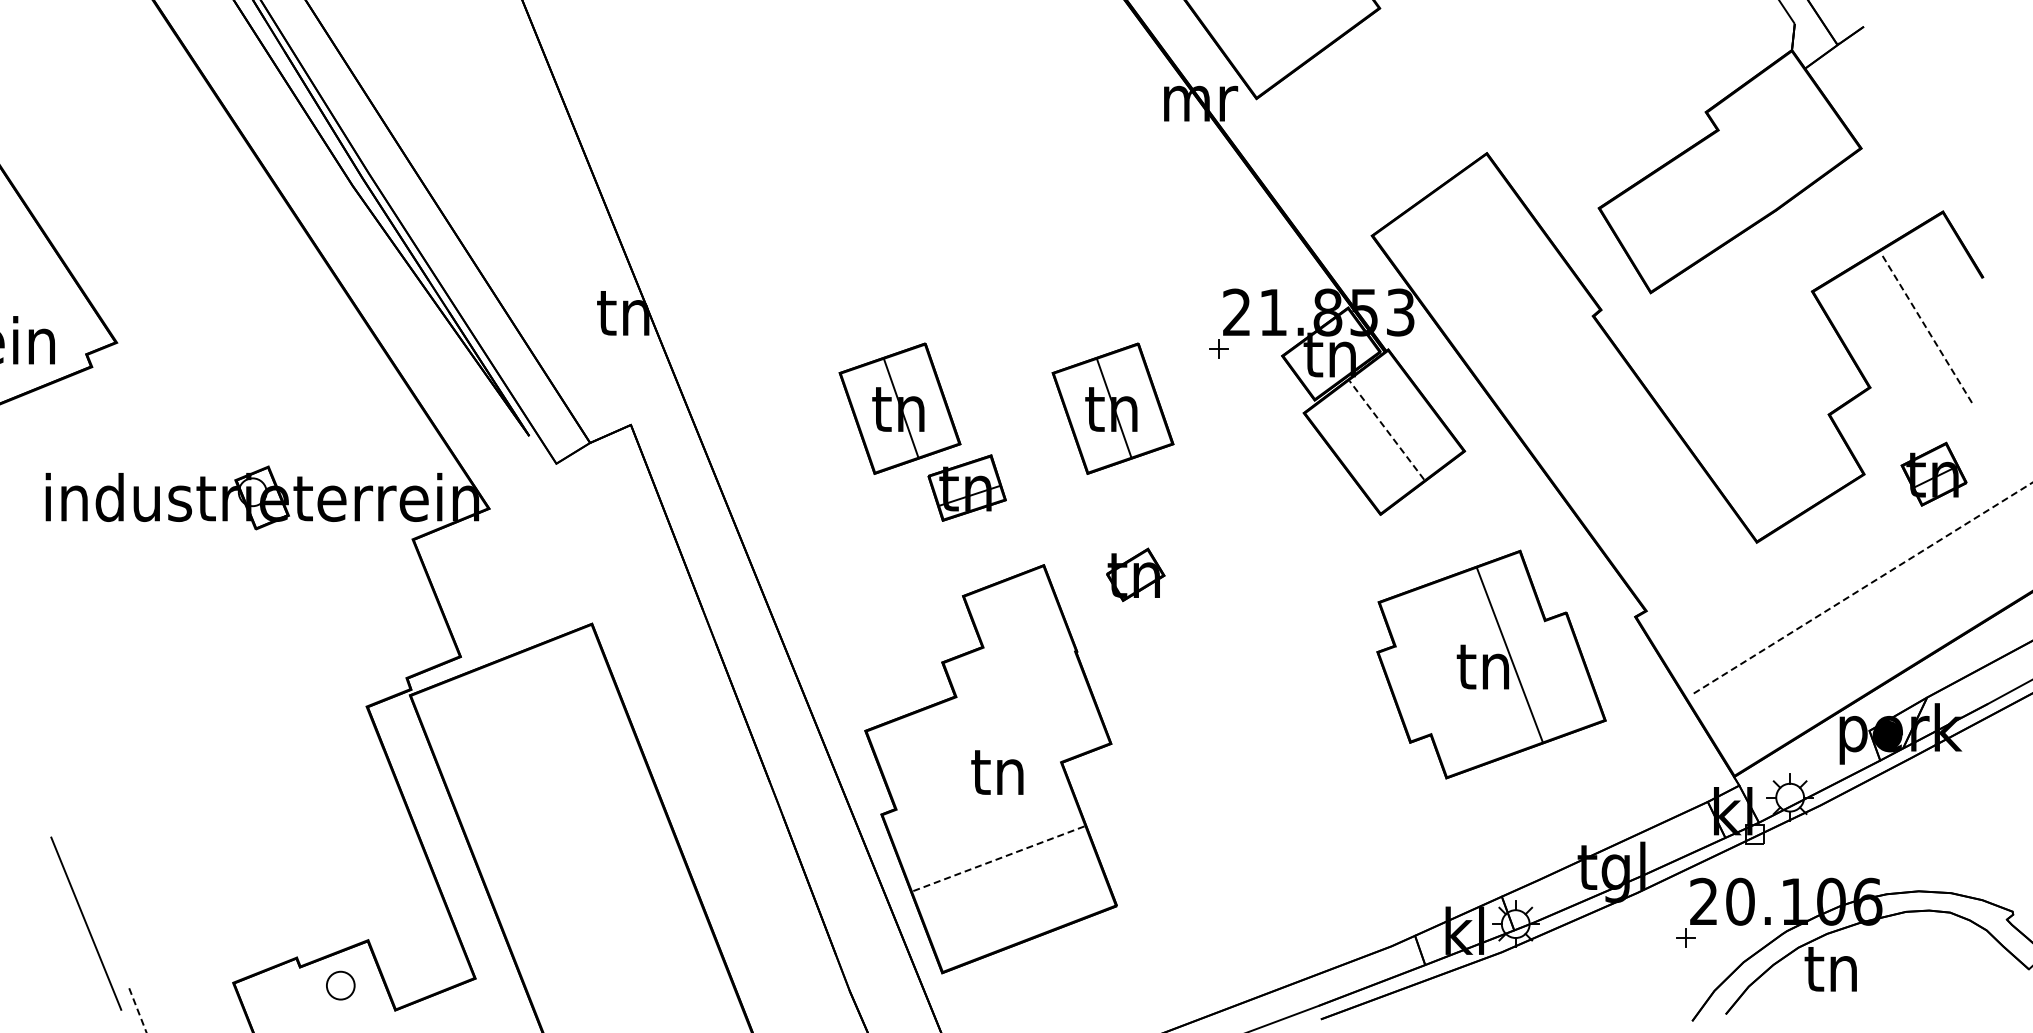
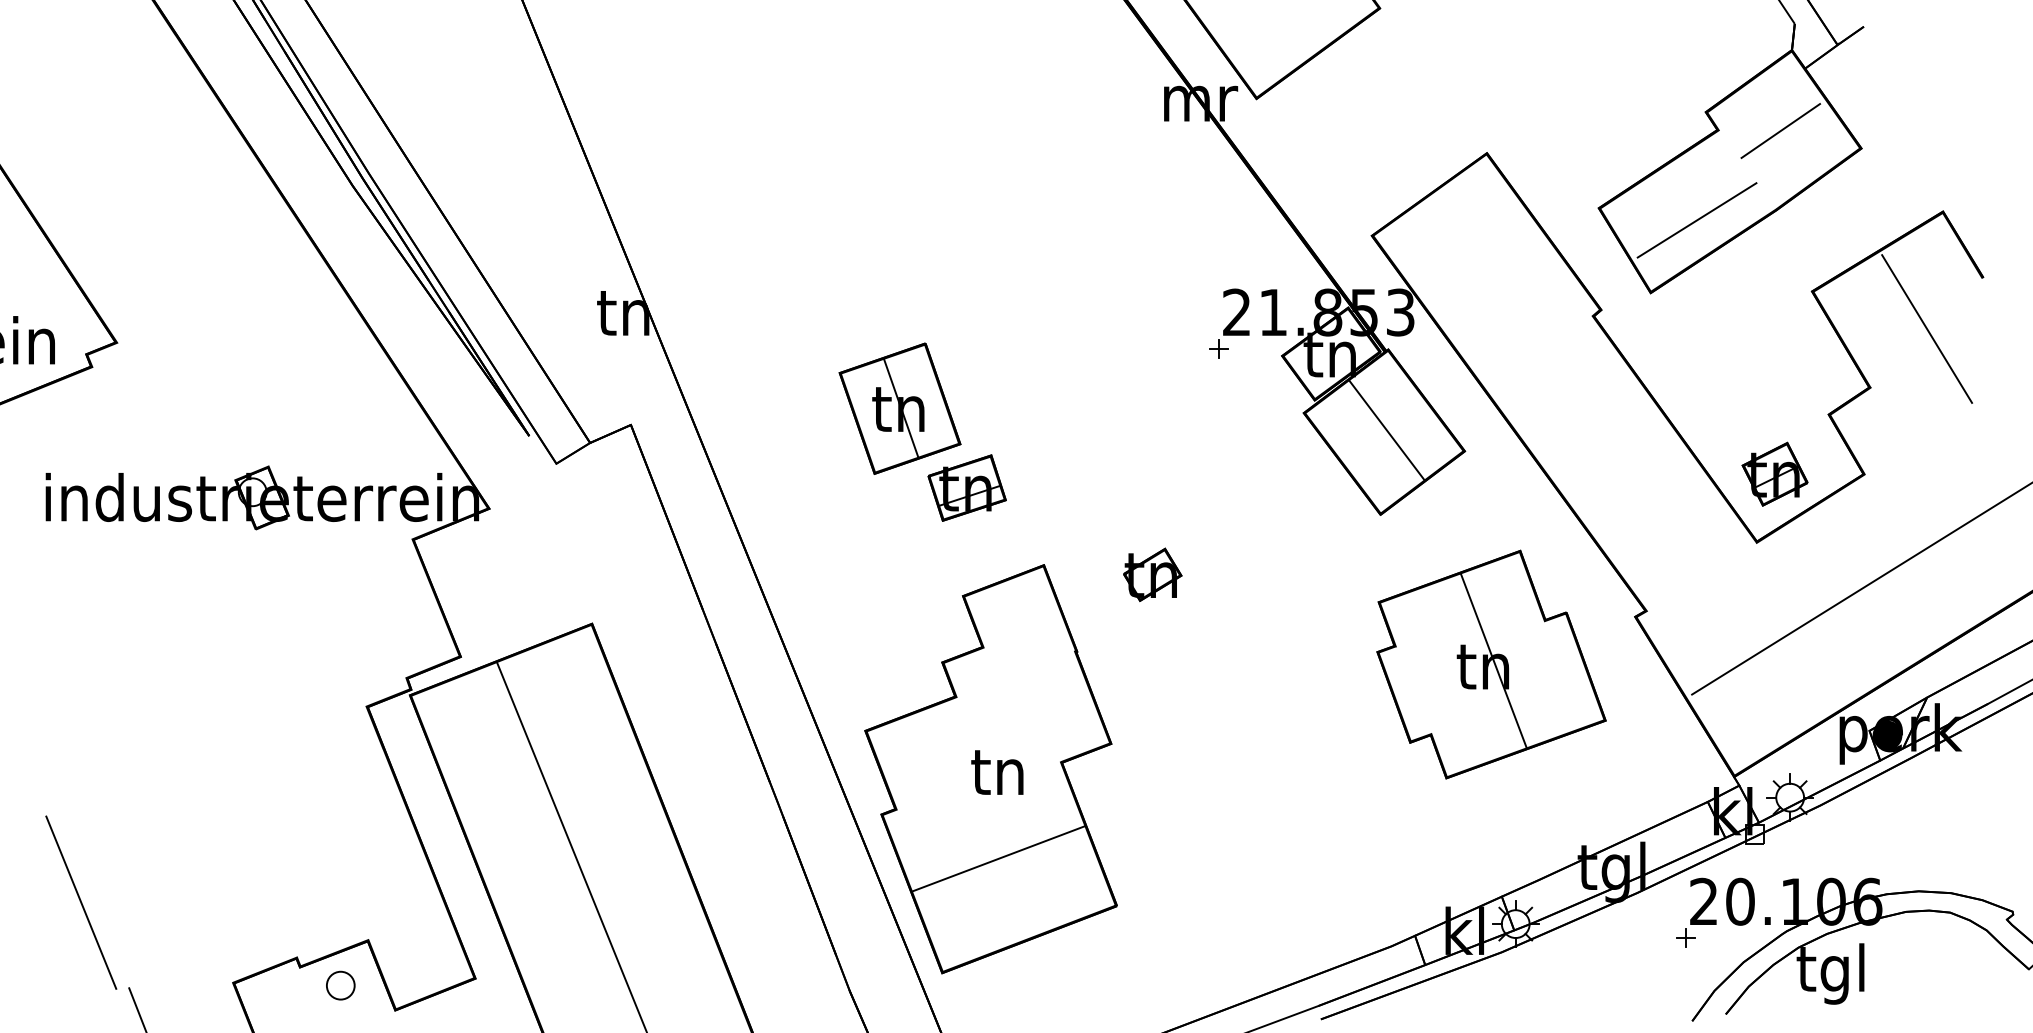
line at (1780, 130): none -> present
line at (1696, 220): none -> present
line at (1926, 328): dashed -> solid
part at (1112, 408): present -> none
line at (1386, 430): dashed -> solid
part at (1933, 473) position: (1933, 473) -> (1774, 473)
part at (1135, 574) position: (1135, 574) -> (1152, 574)
line at (1861, 588): dashed -> solid
line at (1509, 654) position: (1509, 654) -> (1493, 660)
line at (571, 846): none -> present
line at (998, 858): dashed -> solid
line at (86, 923) position: (86, 923) -> (81, 902)
text at (1830, 973): tn -> tgl
line at (137, 1010): dashed -> solid
